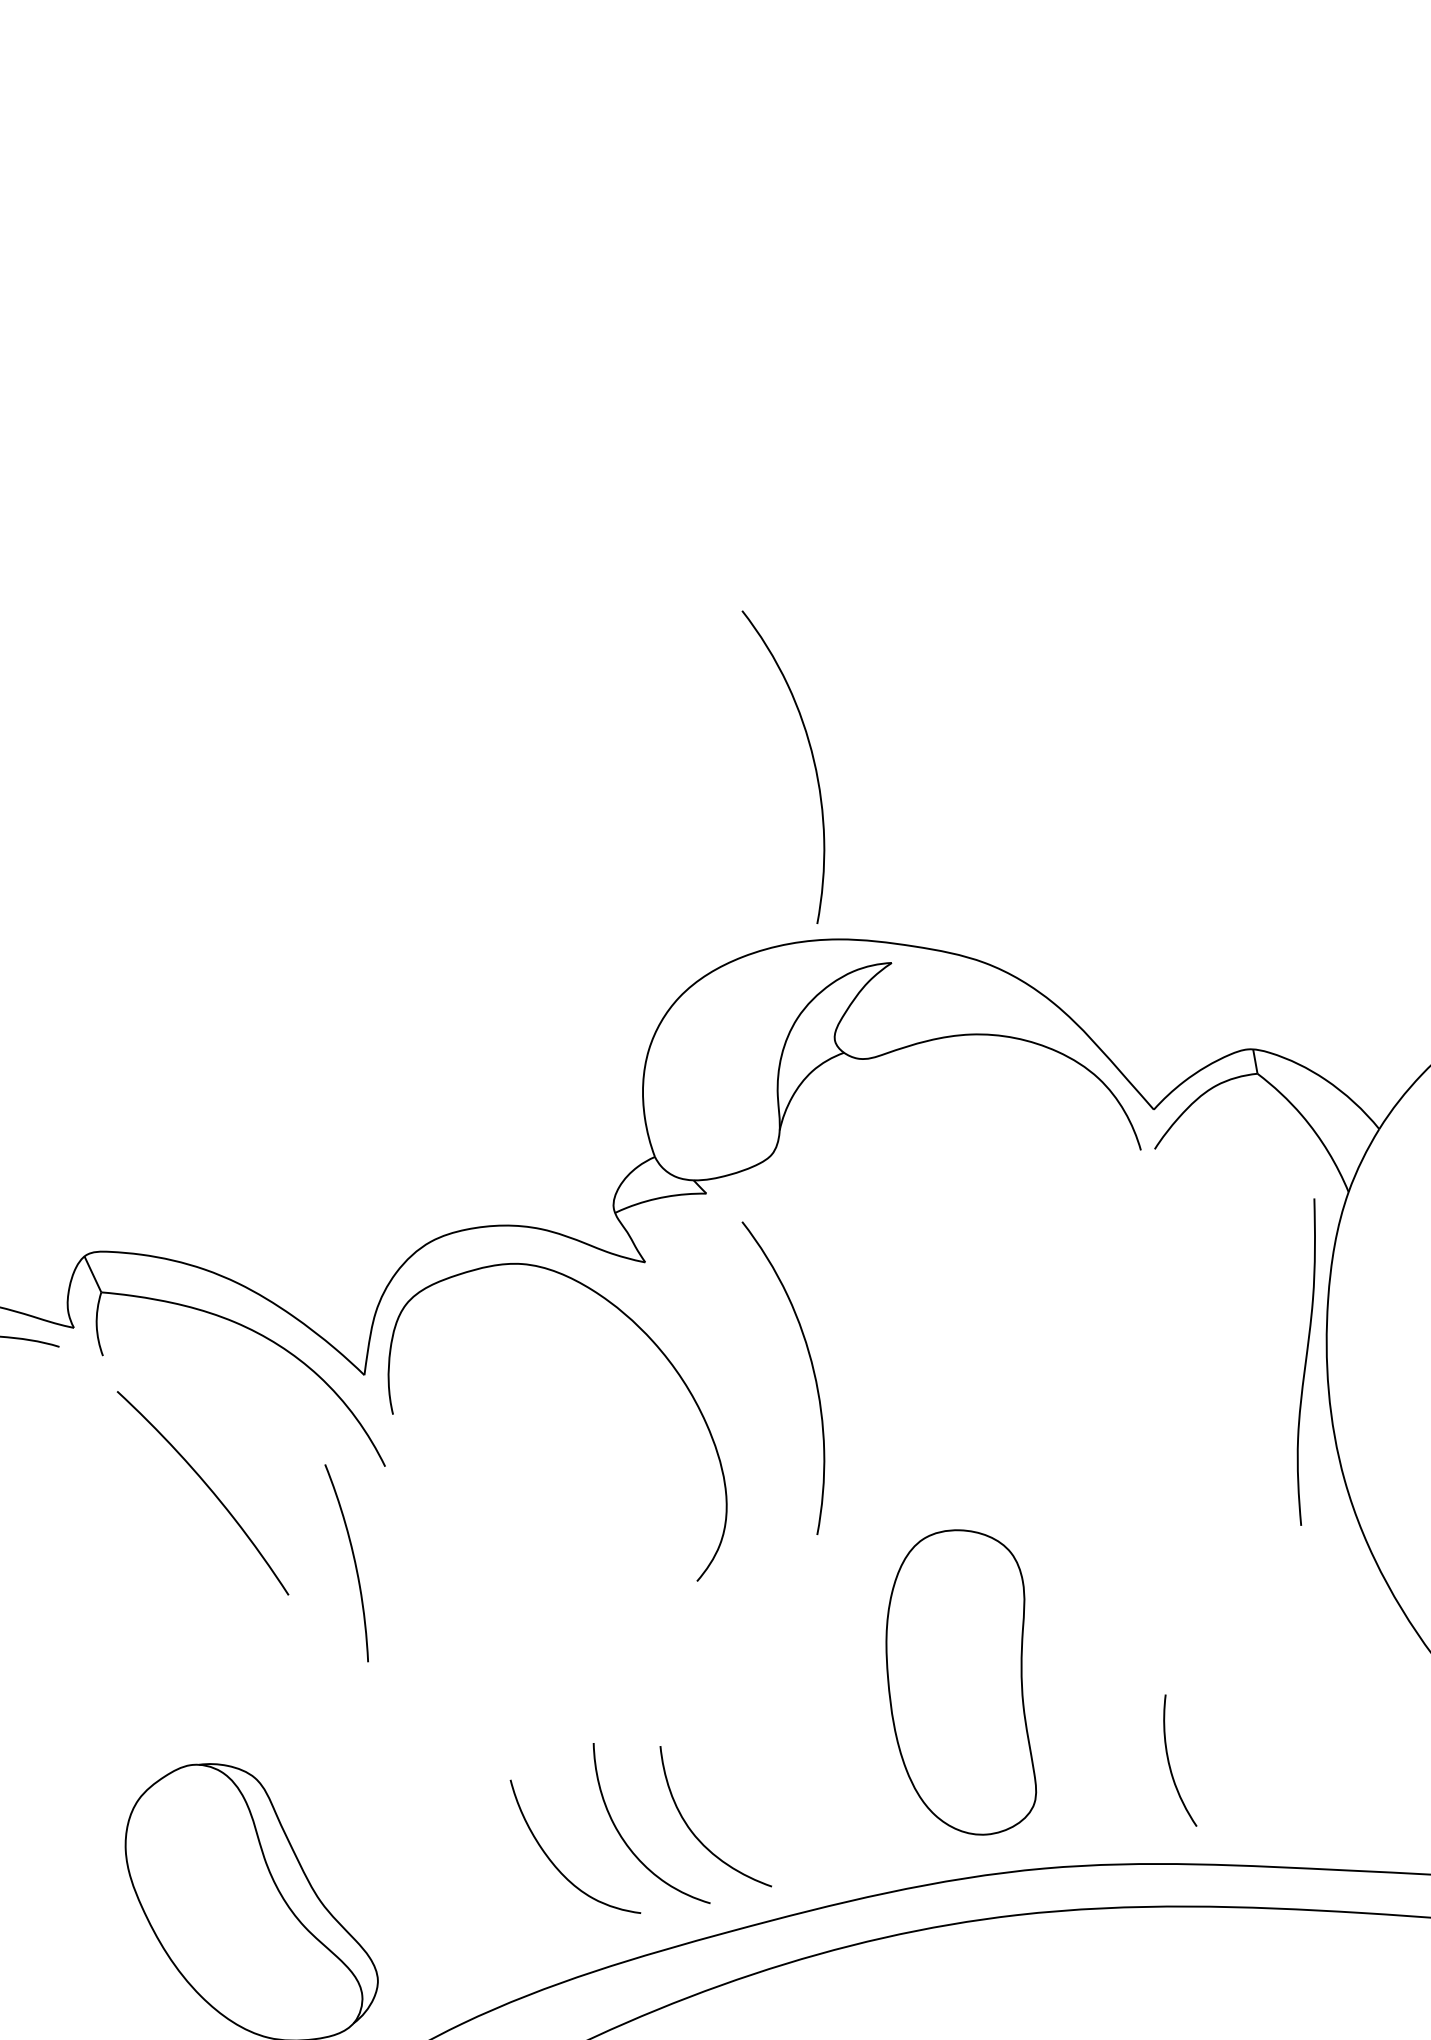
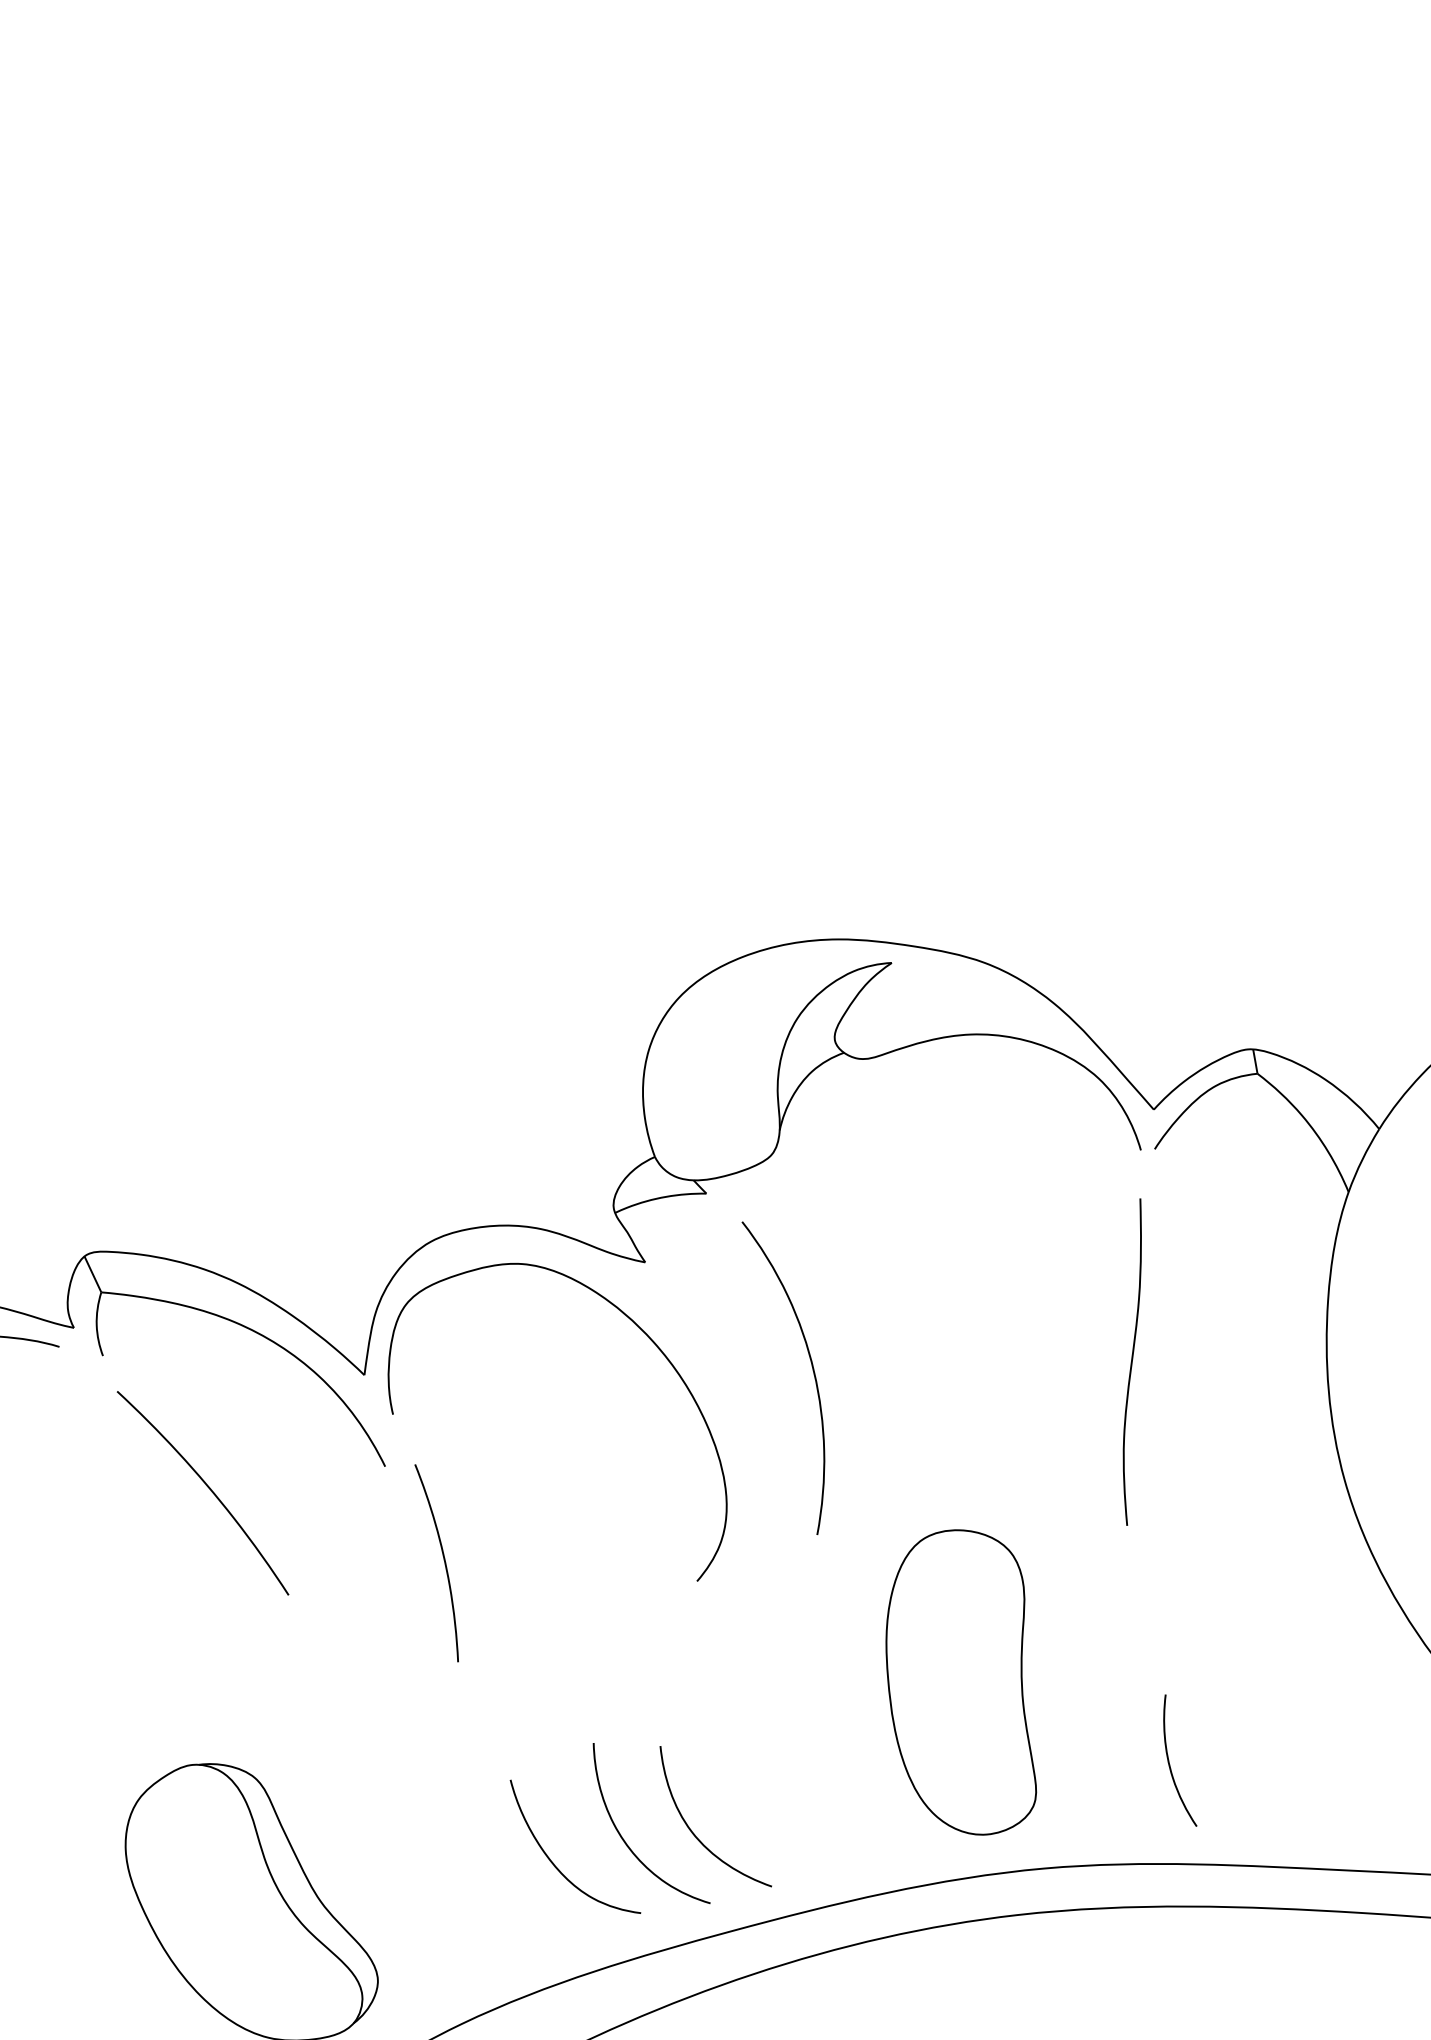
curve at (812, 759): present -> none
curve at (1305, 1361) position: (1305, 1361) -> (1131, 1361)
curve at (353, 1560) position: (353, 1560) -> (443, 1560)
